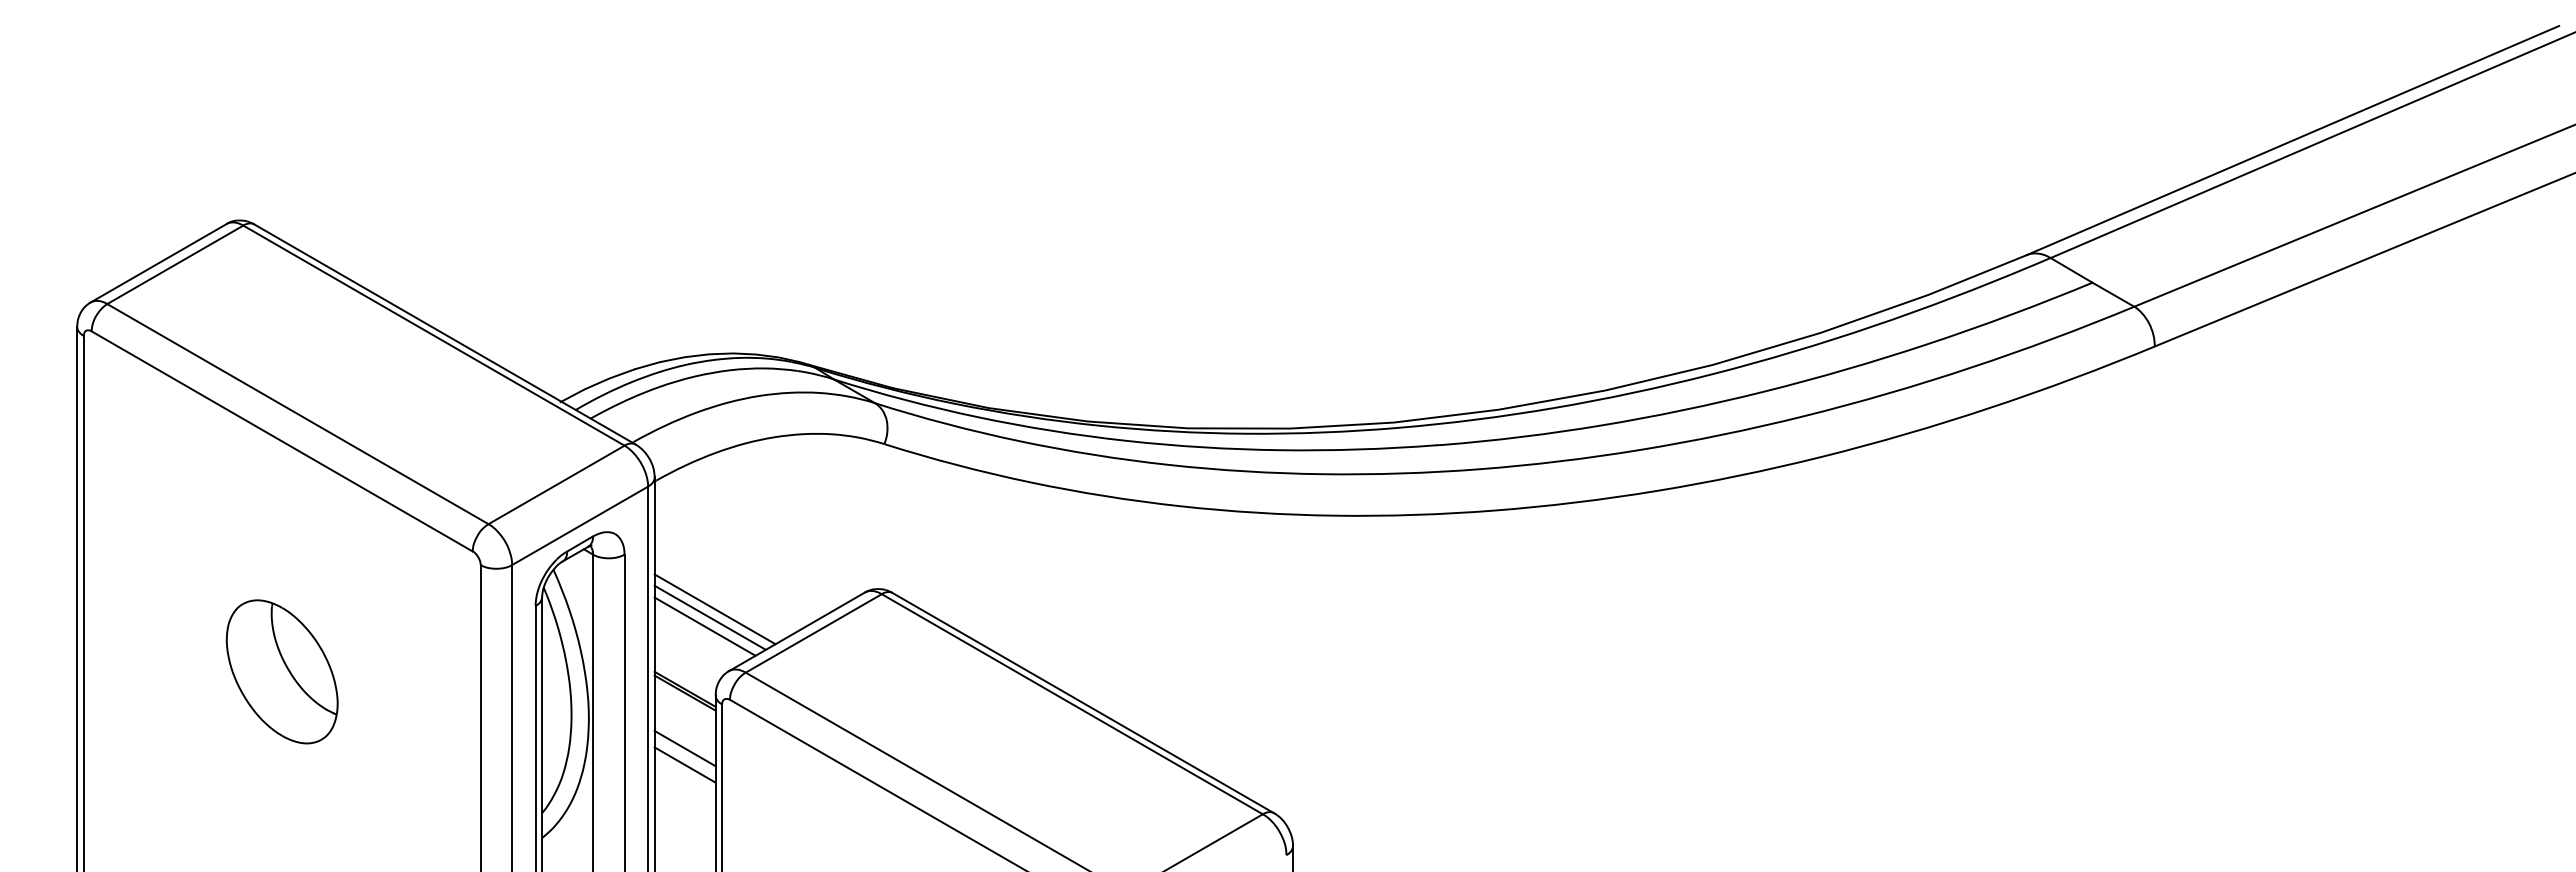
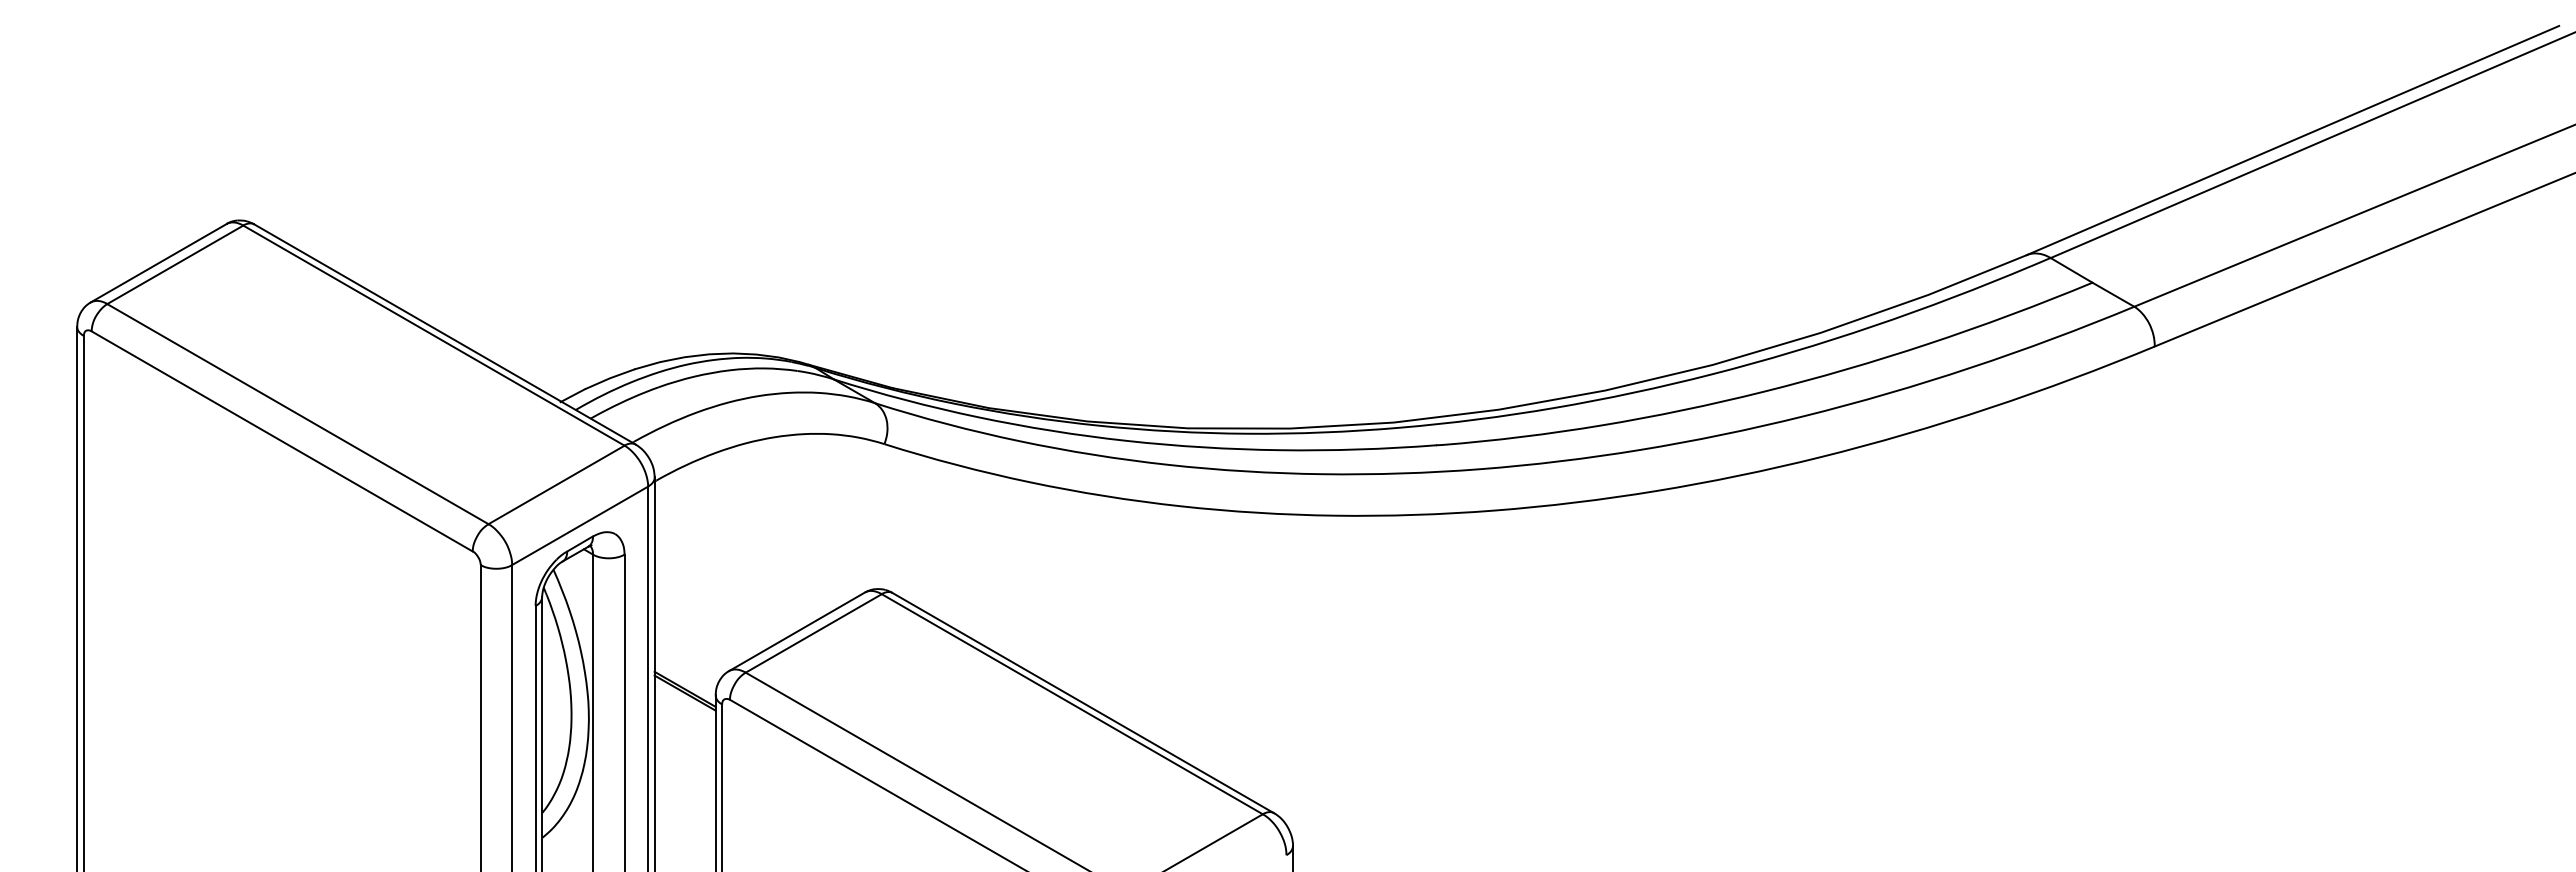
line at (714, 609): present -> none
line at (709, 617): present -> none
line at (704, 626): present -> none
part at (281, 671): present -> none
line at (684, 748): present -> none
line at (684, 764): present -> none
